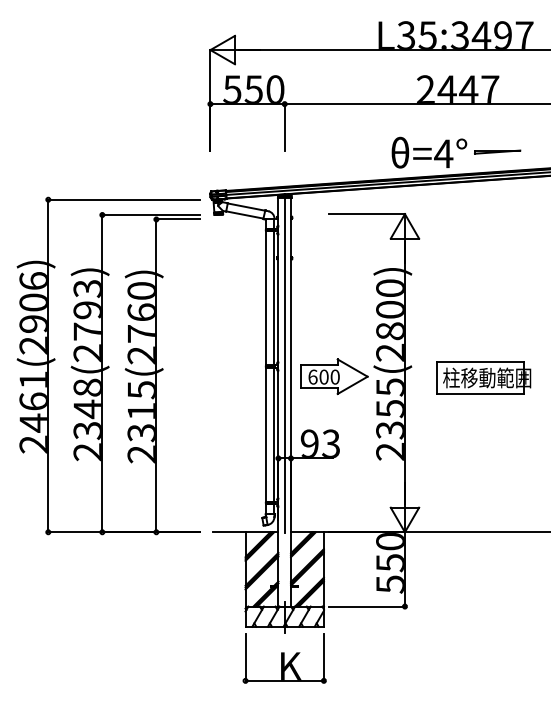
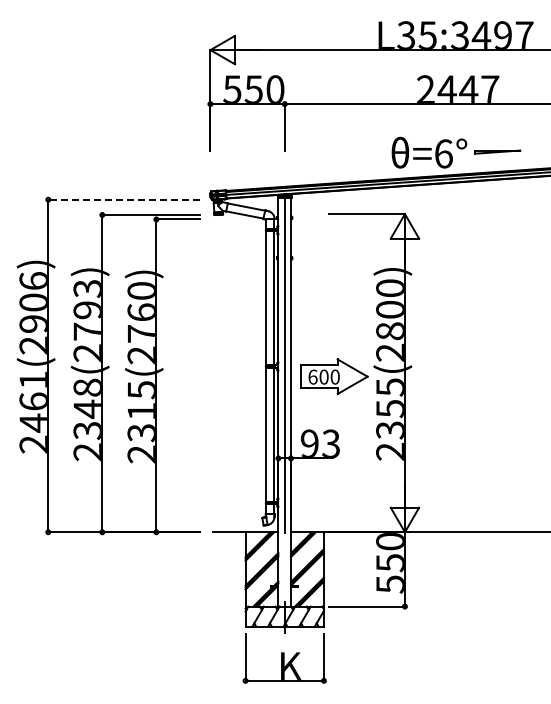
text at (443, 153): =4° -> =6°
line at (123, 199): solid -> dashed
part at (483, 377): present -> none
